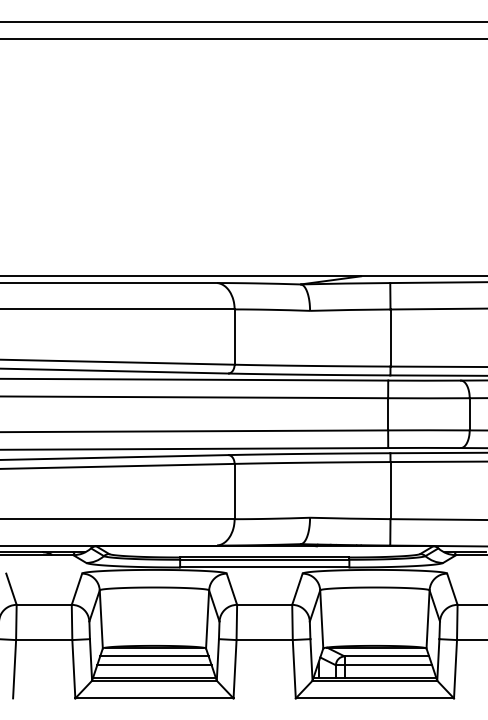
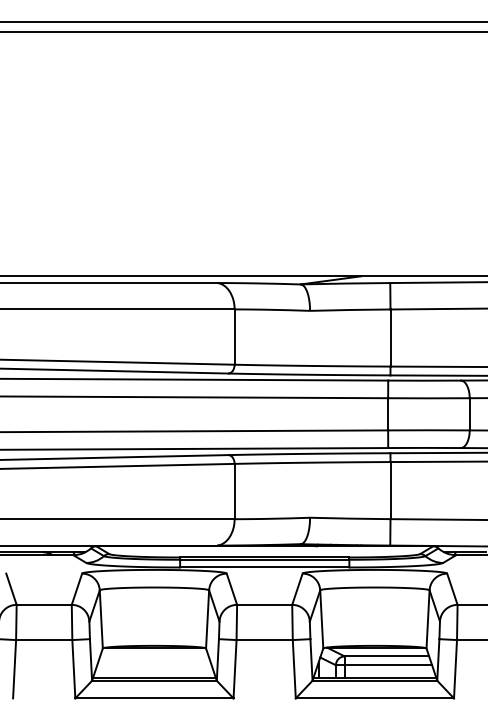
line at (243, 38) position: (243, 38) -> (243, 31)
line at (154, 656): present -> none
line at (154, 665): present -> none
